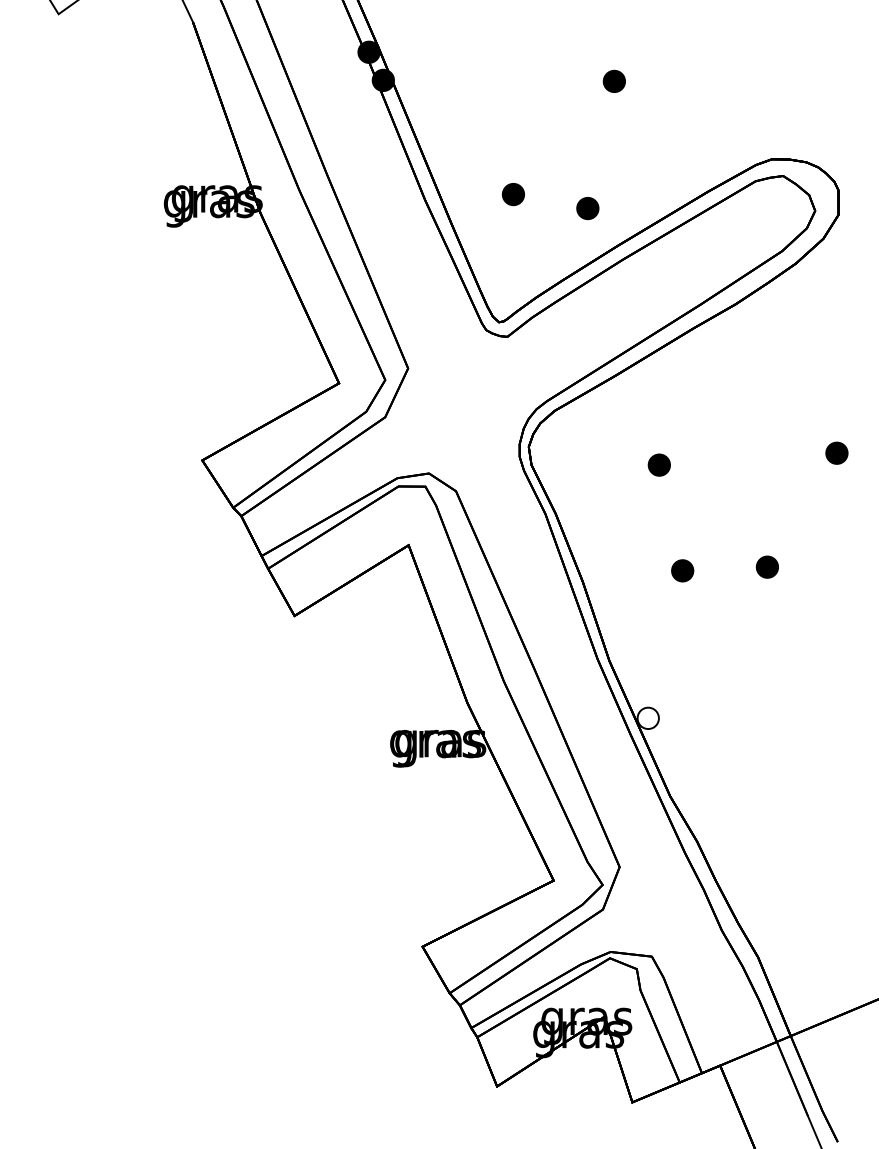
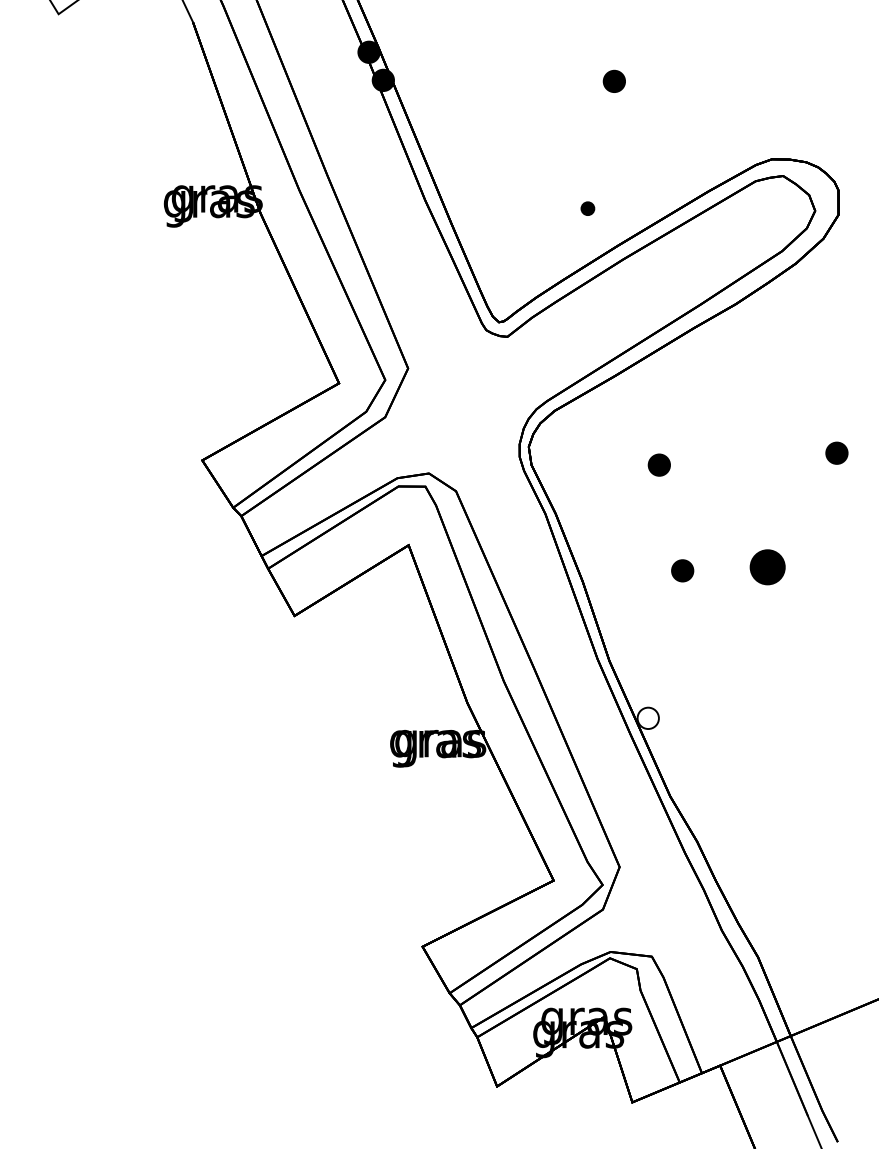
part at (512, 194): present -> none
part at (587, 208) size: 24x24 px -> 16x15 px
part at (766, 566) size: 24x24 px -> 37x37 px
